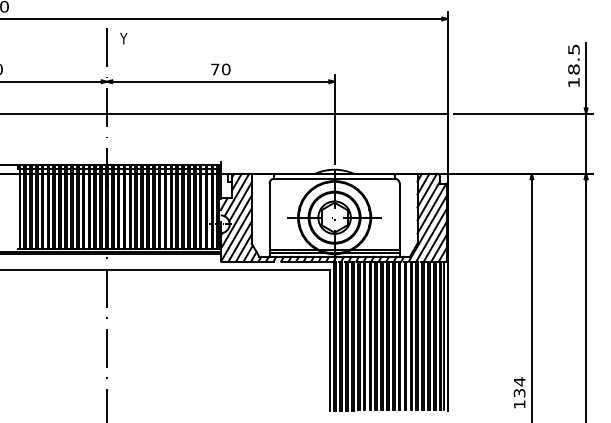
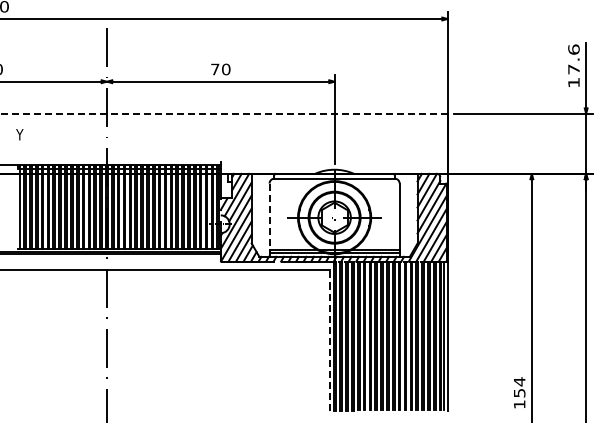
text at (123, 38) position: (123, 38) -> (19, 134)
text at (573, 59): 18.5 -> 17.6
line at (223, 113): solid -> dashed
line at (269, 220): solid -> dashed
line at (329, 339): solid -> dashed
text at (518, 392): 134 -> 154
